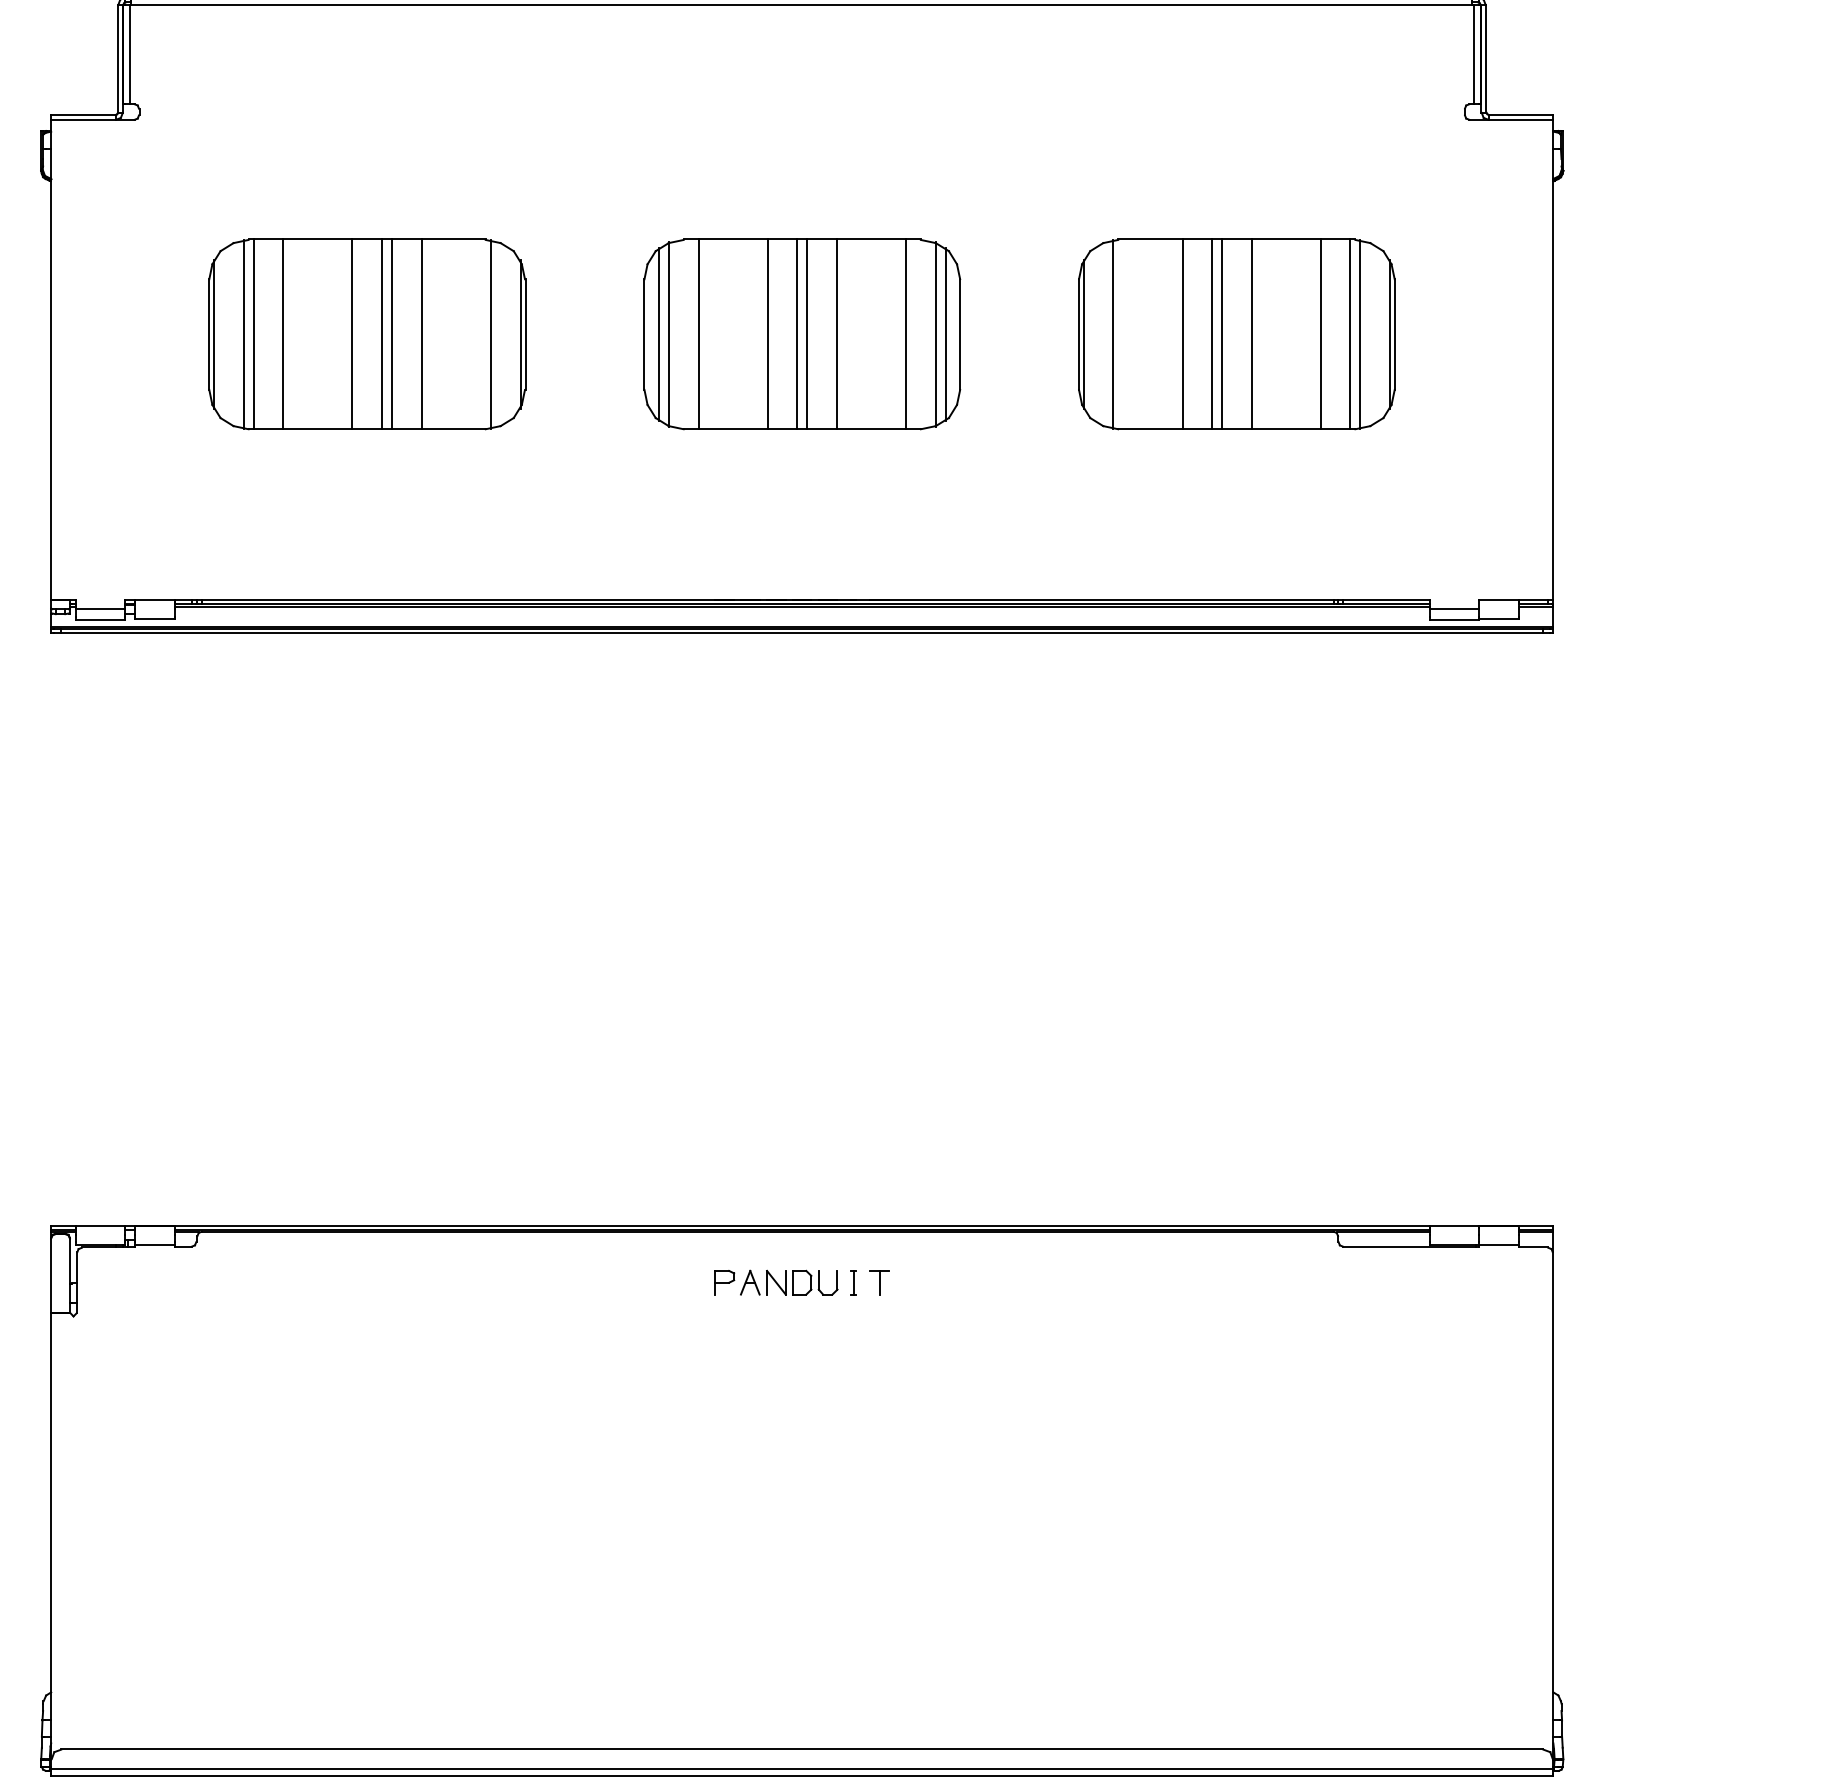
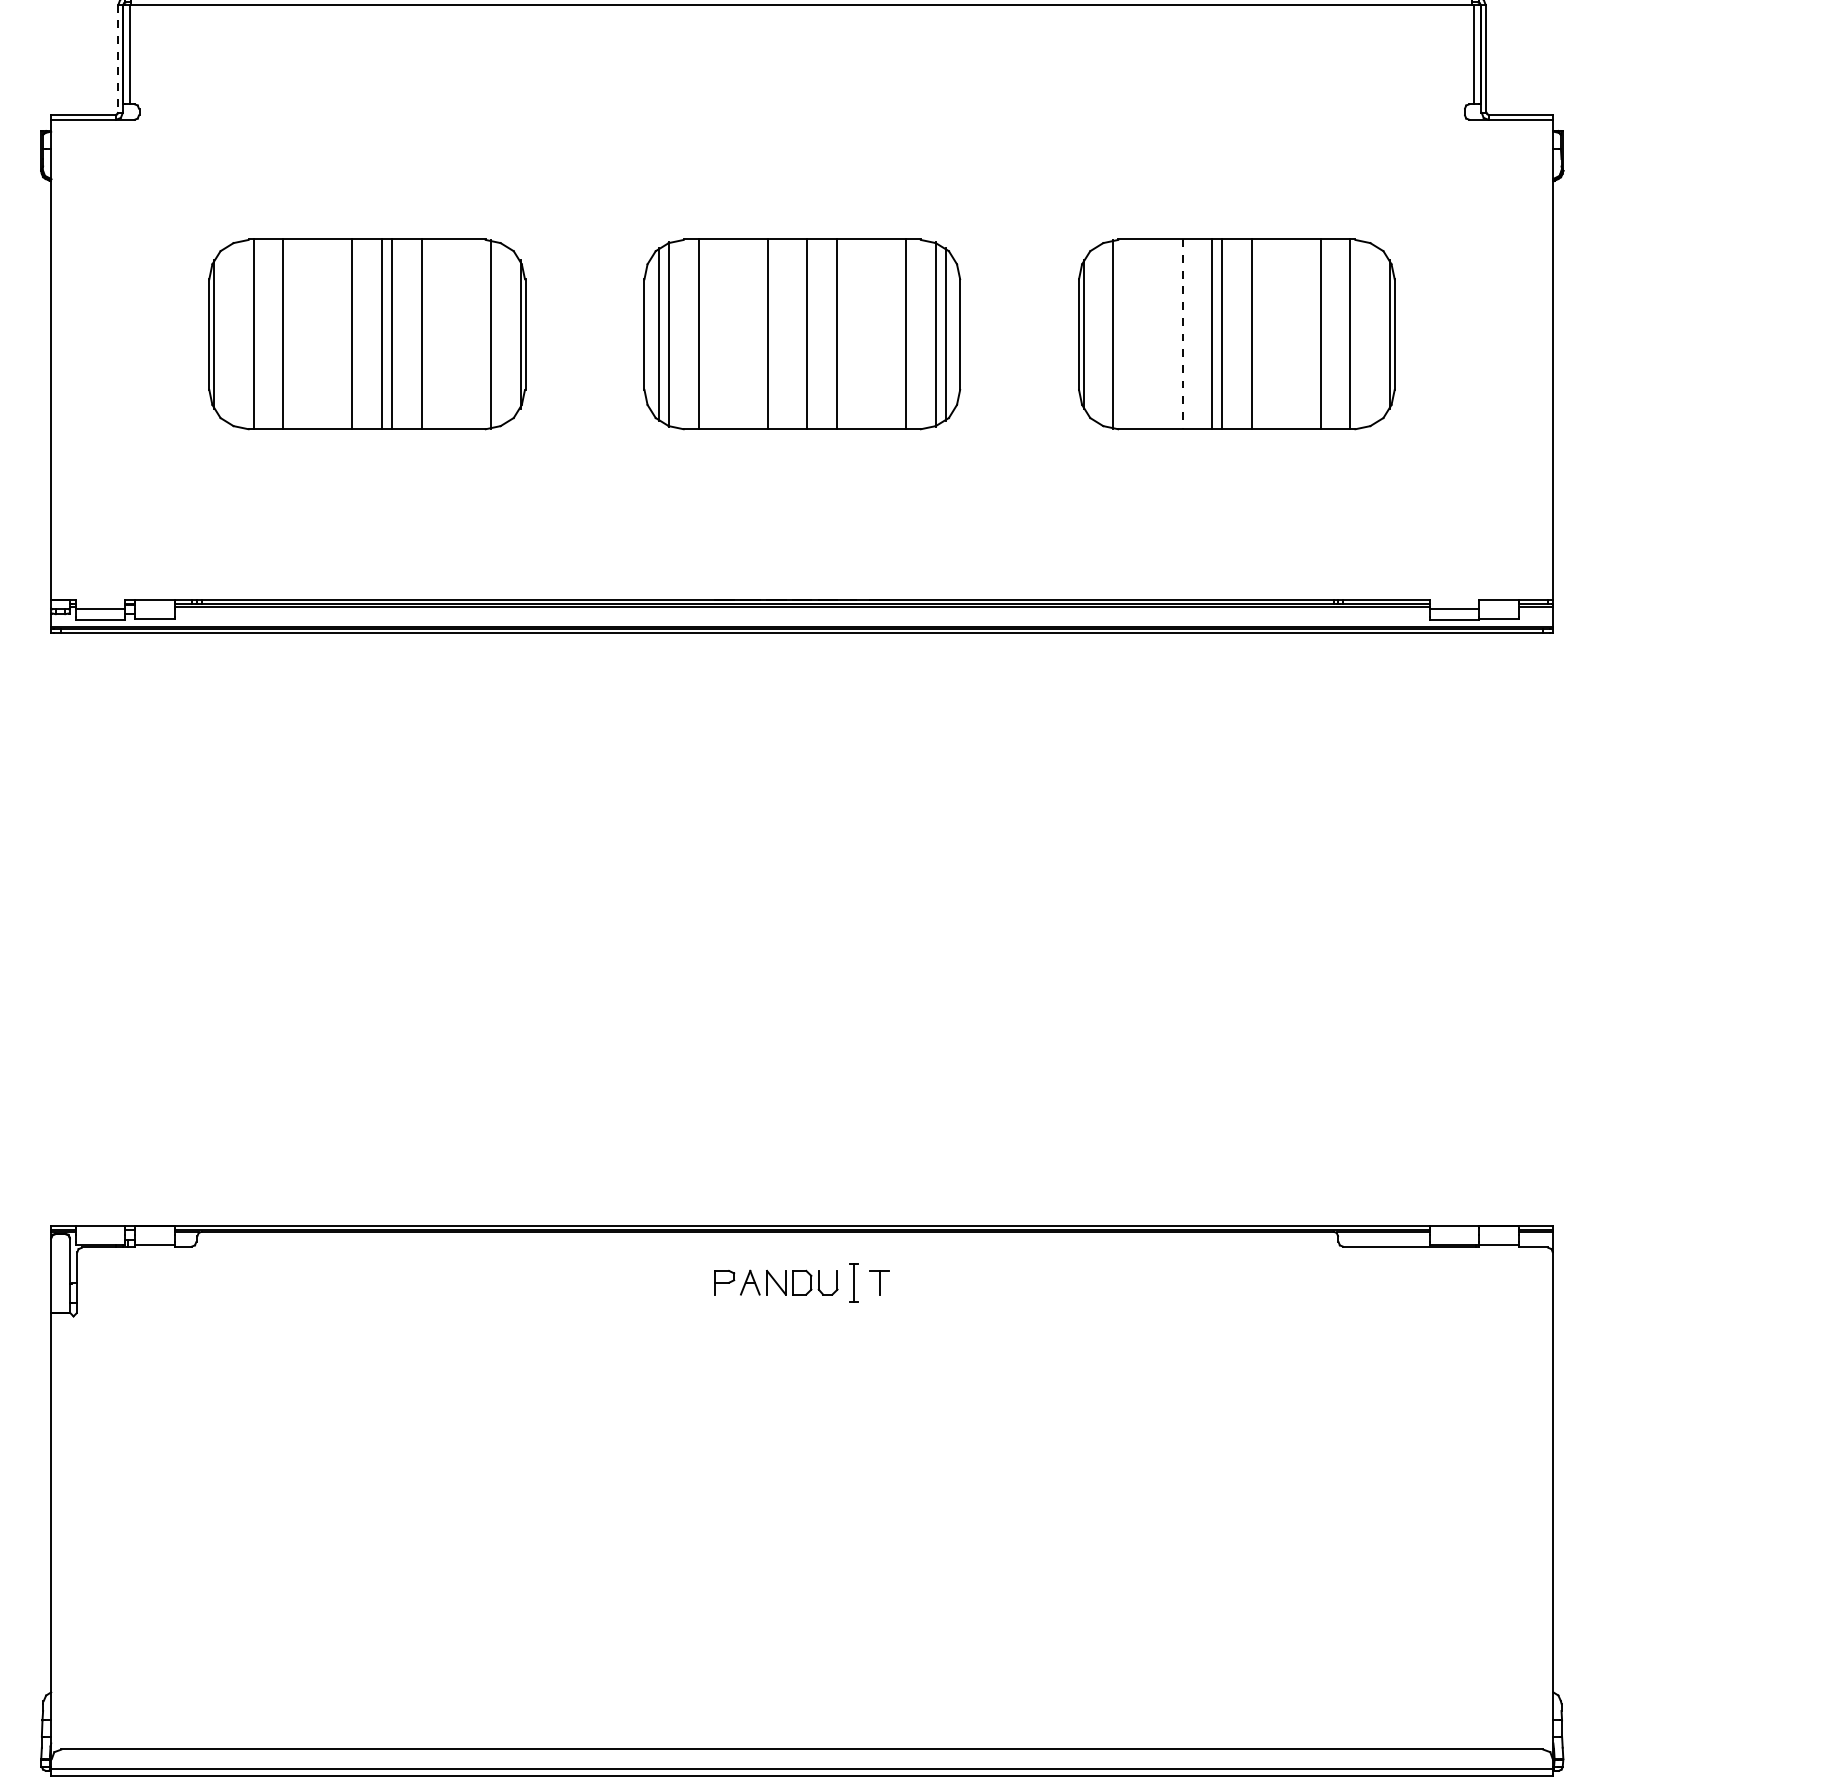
line at (117, 59): solid -> dashed
line at (243, 334): present -> none
line at (796, 334): present -> none
line at (1182, 334): solid -> dashed
line at (1360, 334): present -> none
part at (853, 1282) size: 7x26 px -> 10x40 px
